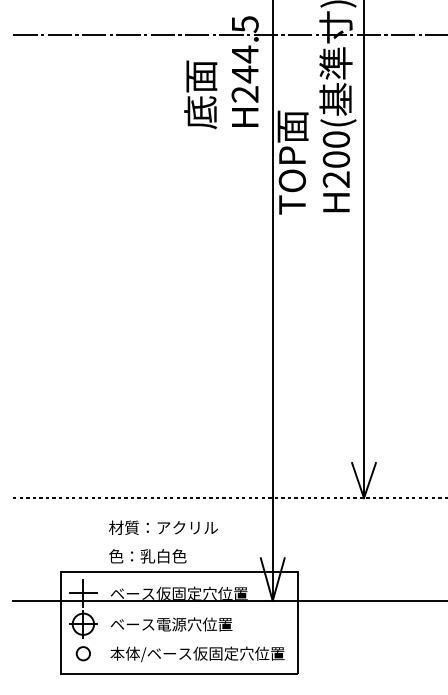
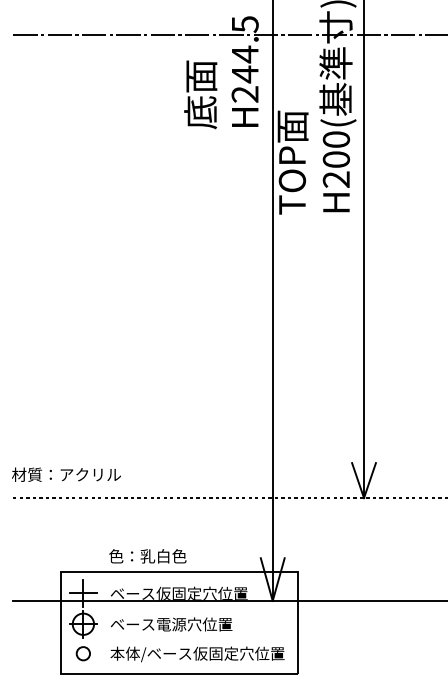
text at (163, 527) position: (163, 527) -> (66, 474)
